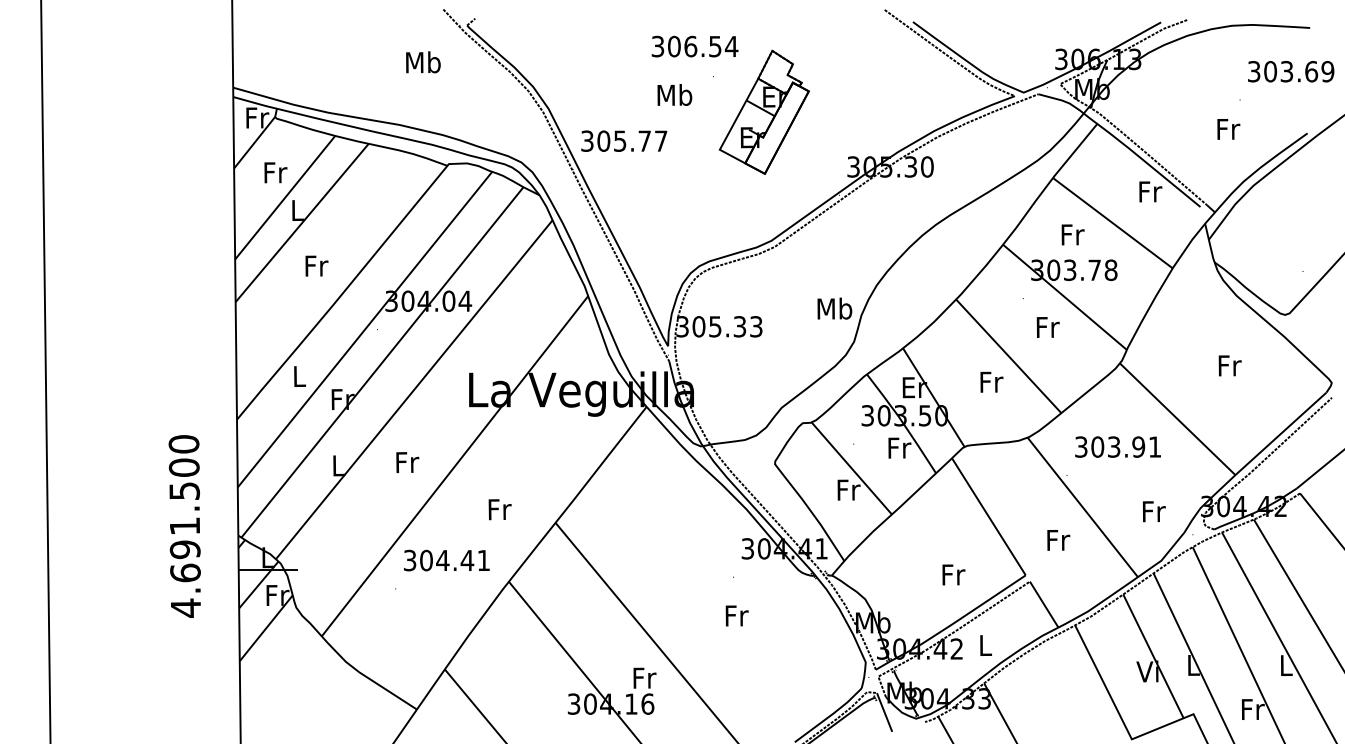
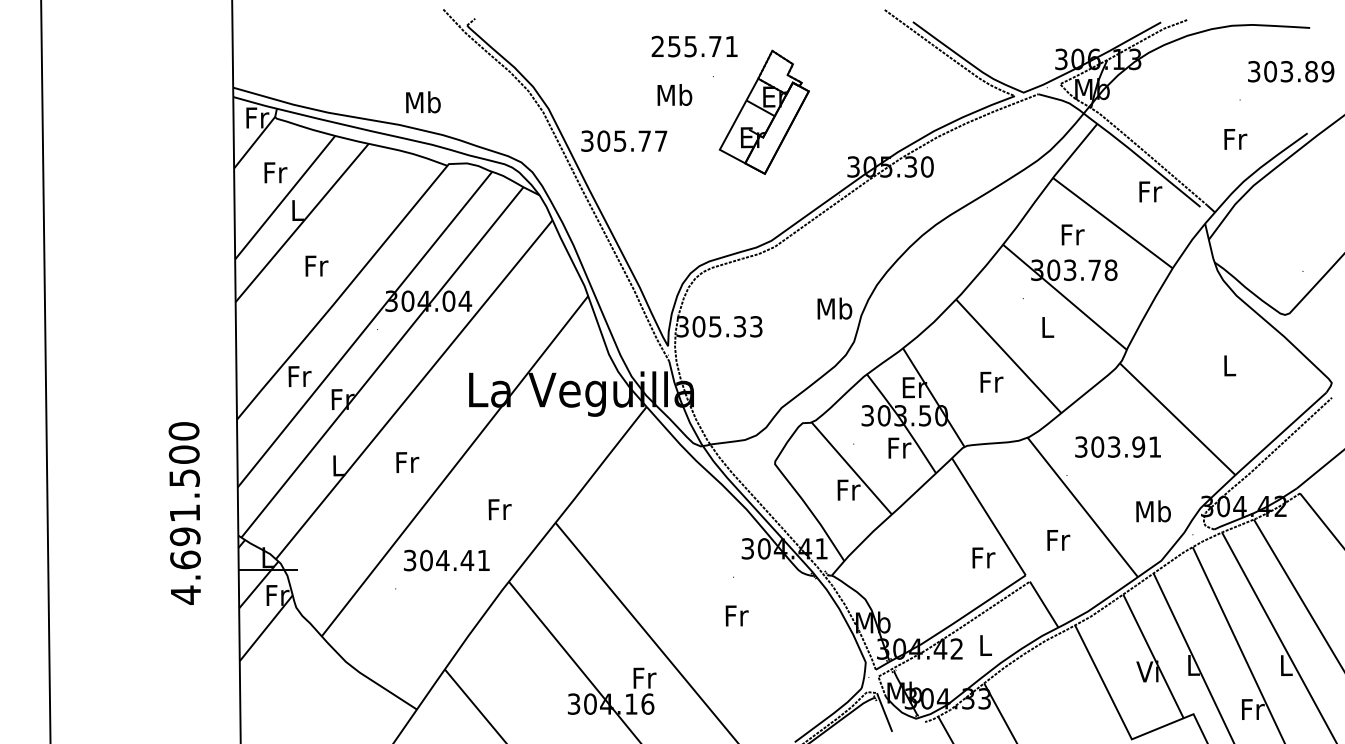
text at (694, 46): 306.54 -> 255.71
text at (423, 62) position: (423, 62) -> (423, 102)
text at (1311, 71): 303.69 -> 303.89
text at (1228, 129) position: (1228, 129) -> (1235, 139)
text at (1047, 327): Fr -> L
text at (1229, 365): Fr -> L
text at (299, 376): L -> Fr
text at (1153, 511): Fr -> Mb
text at (184, 526) position: (184, 526) -> (184, 513)
text at (953, 574) position: (953, 574) -> (983, 557)
